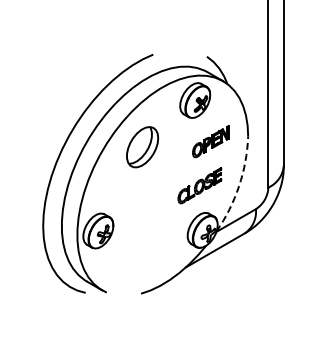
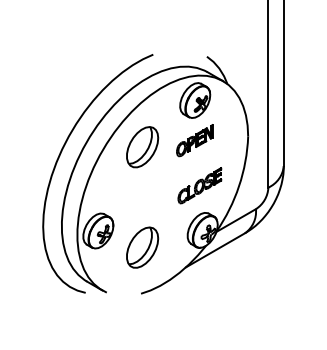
part at (210, 141) position: (210, 141) -> (194, 140)
arc at (239, 186): dashed -> solid
part at (142, 247): none -> present
